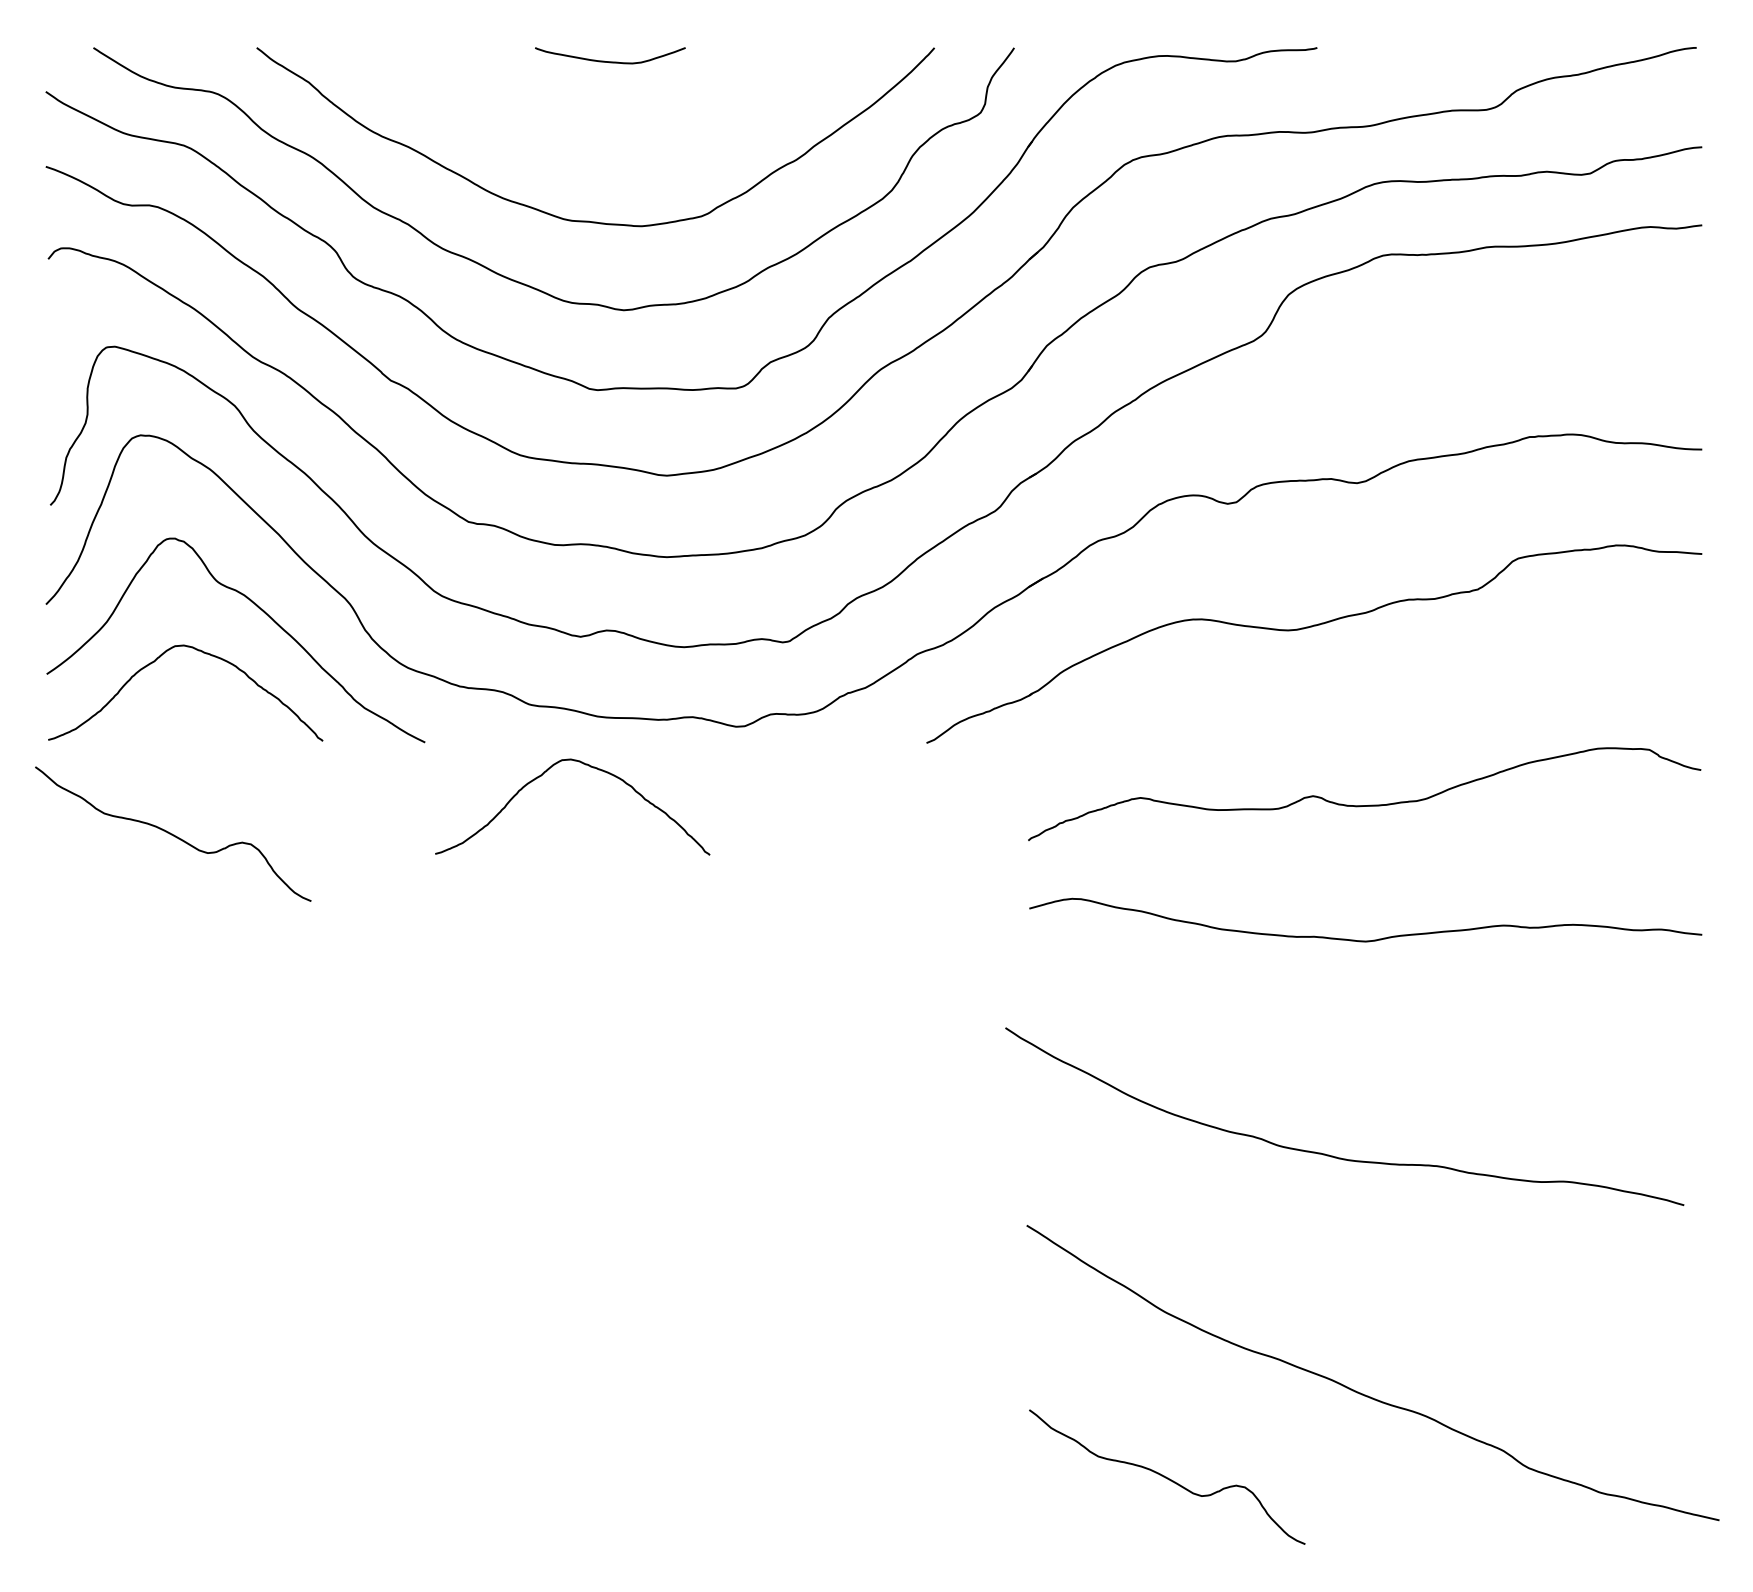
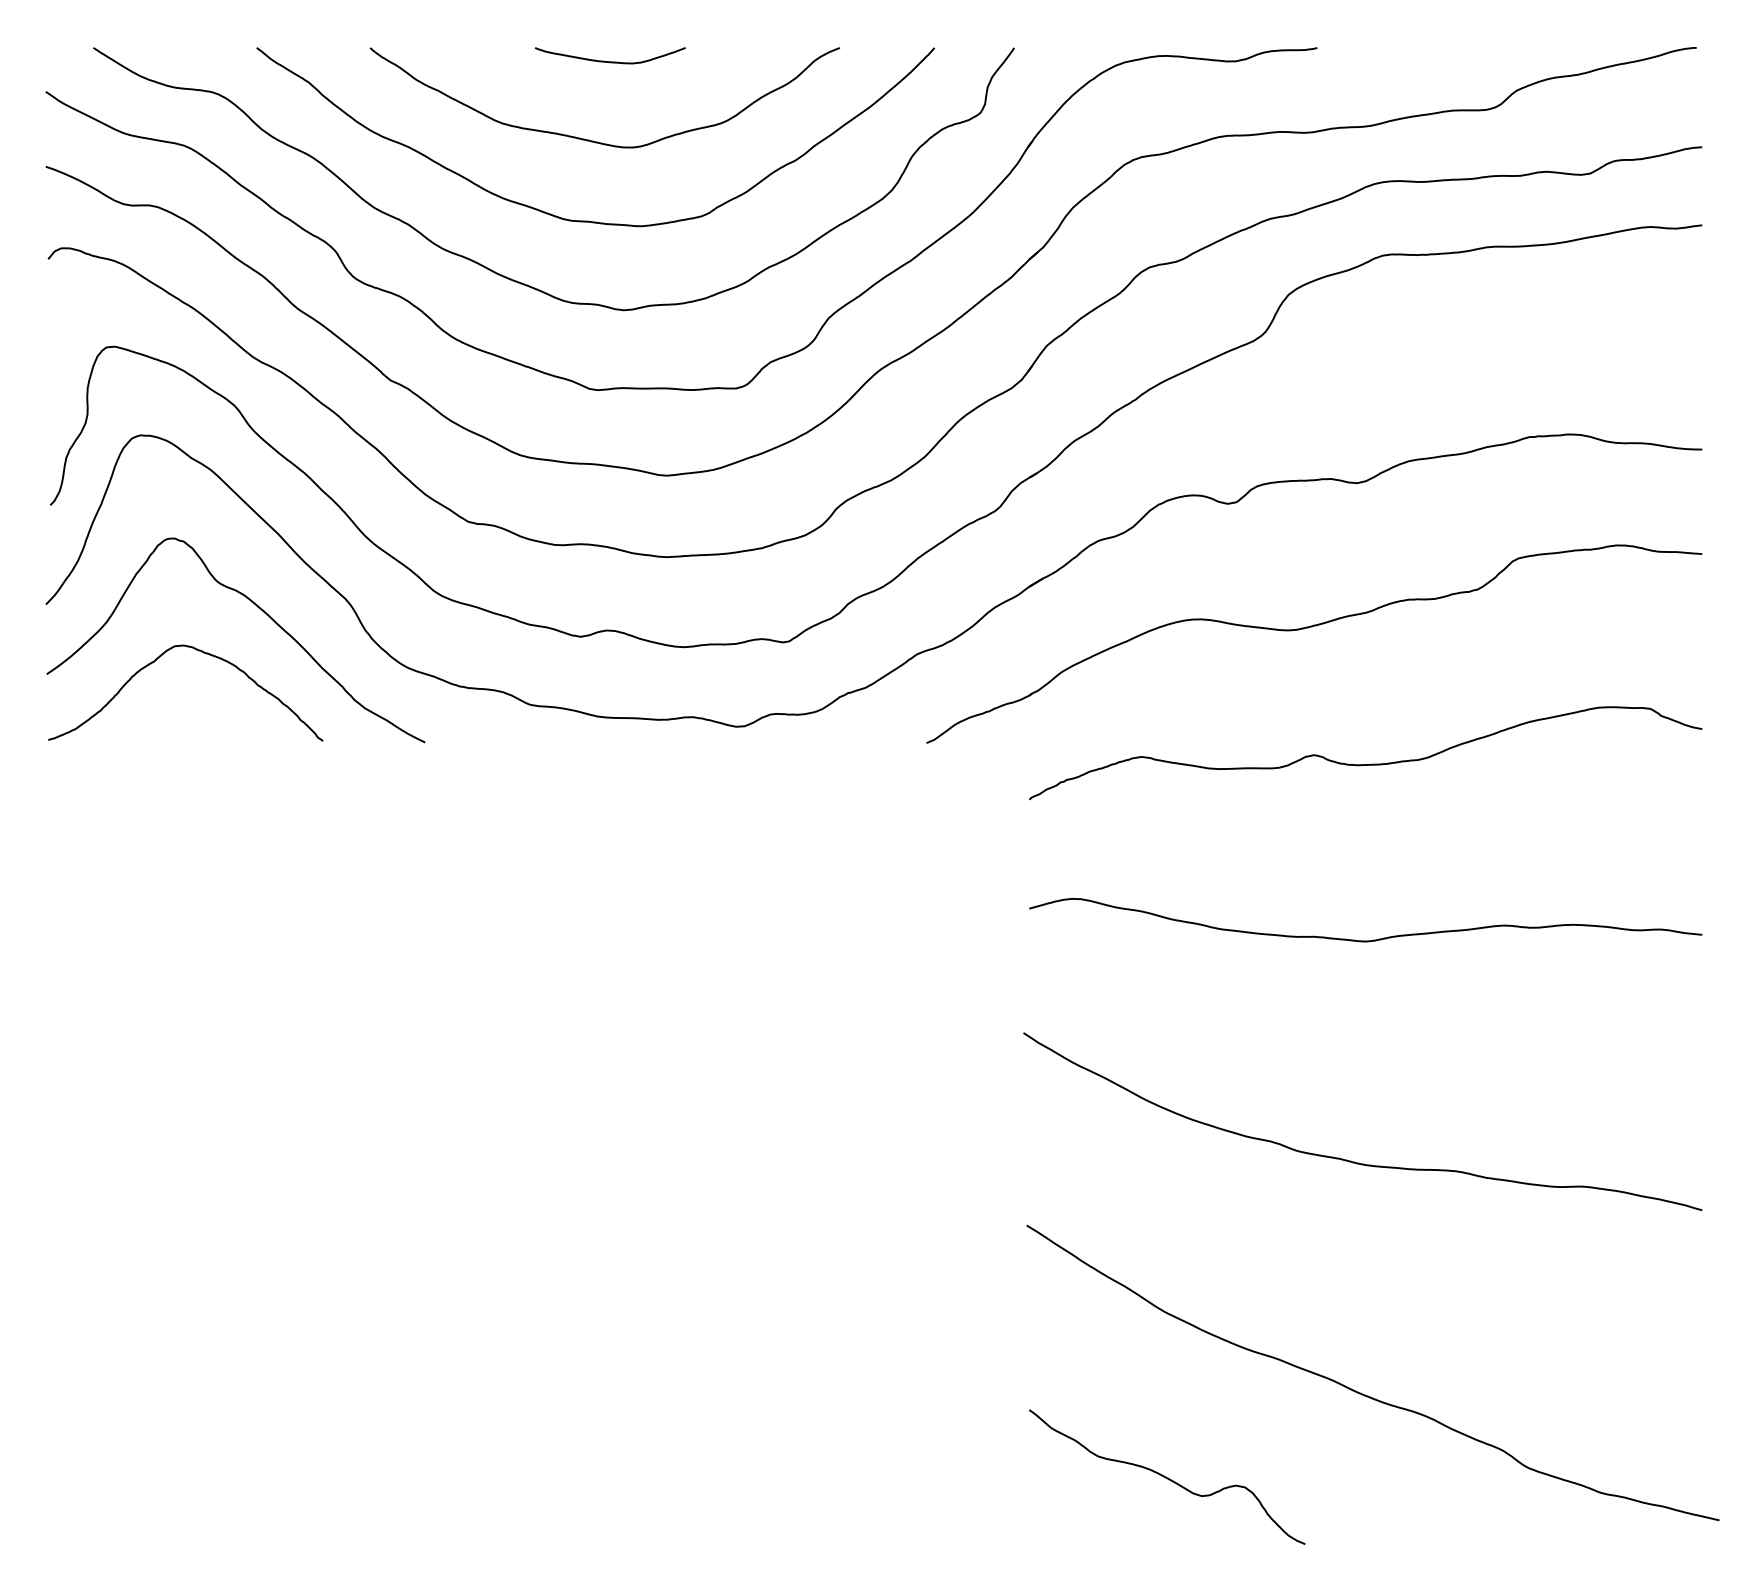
curve at (593, 140): none -> present
curve at (546, 772): present -> none
curve at (1364, 805) position: (1364, 805) -> (1365, 764)
curve at (172, 833): present -> none
curve at (1336, 1156) position: (1336, 1156) -> (1354, 1161)
